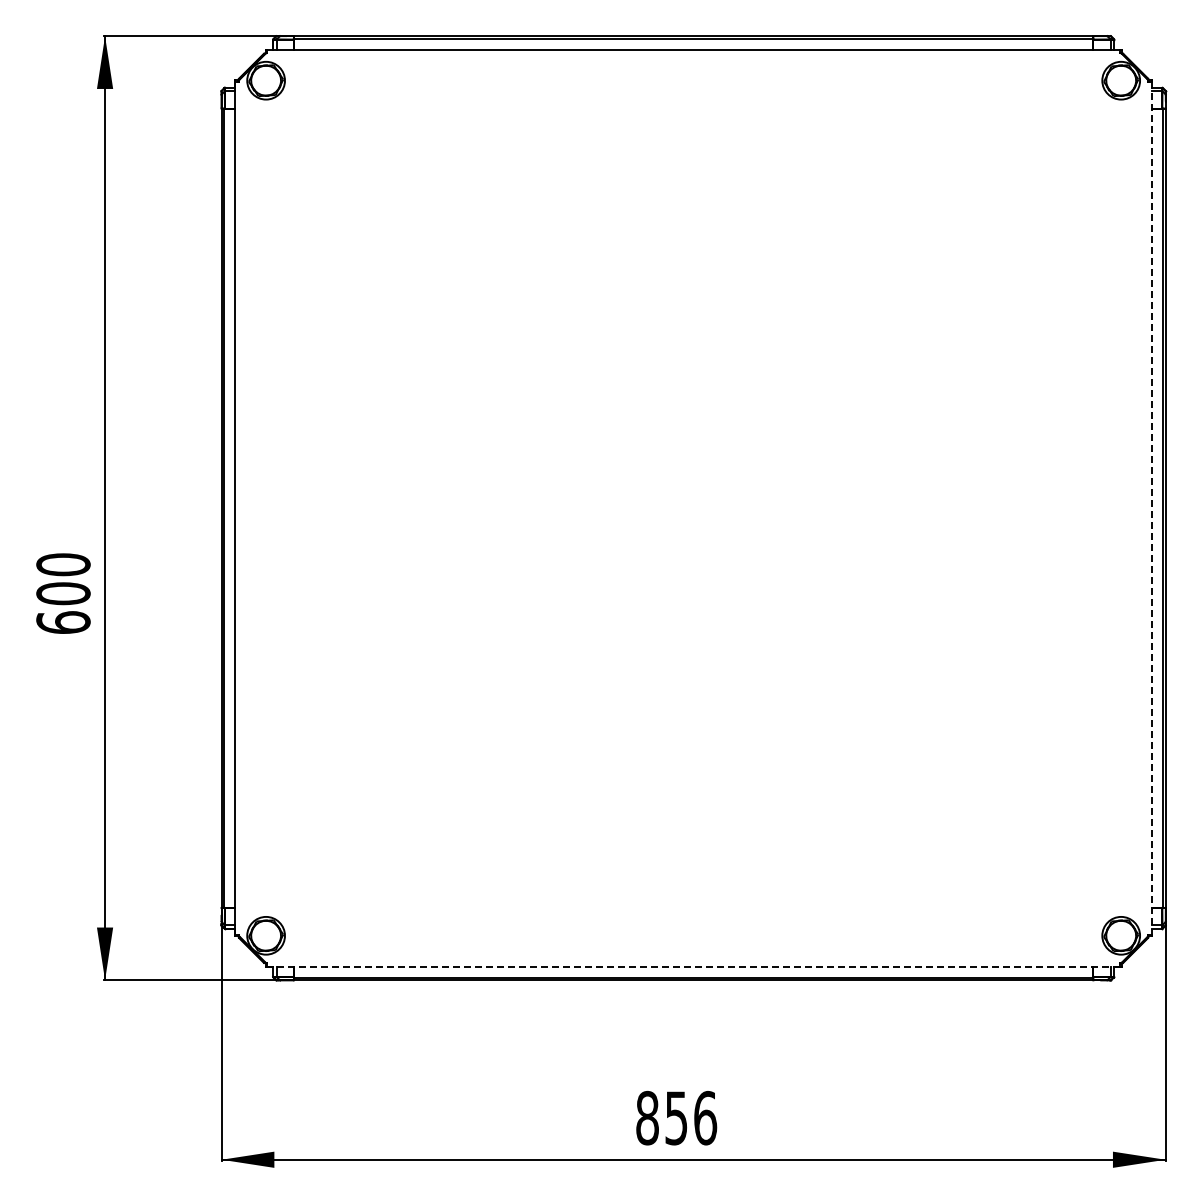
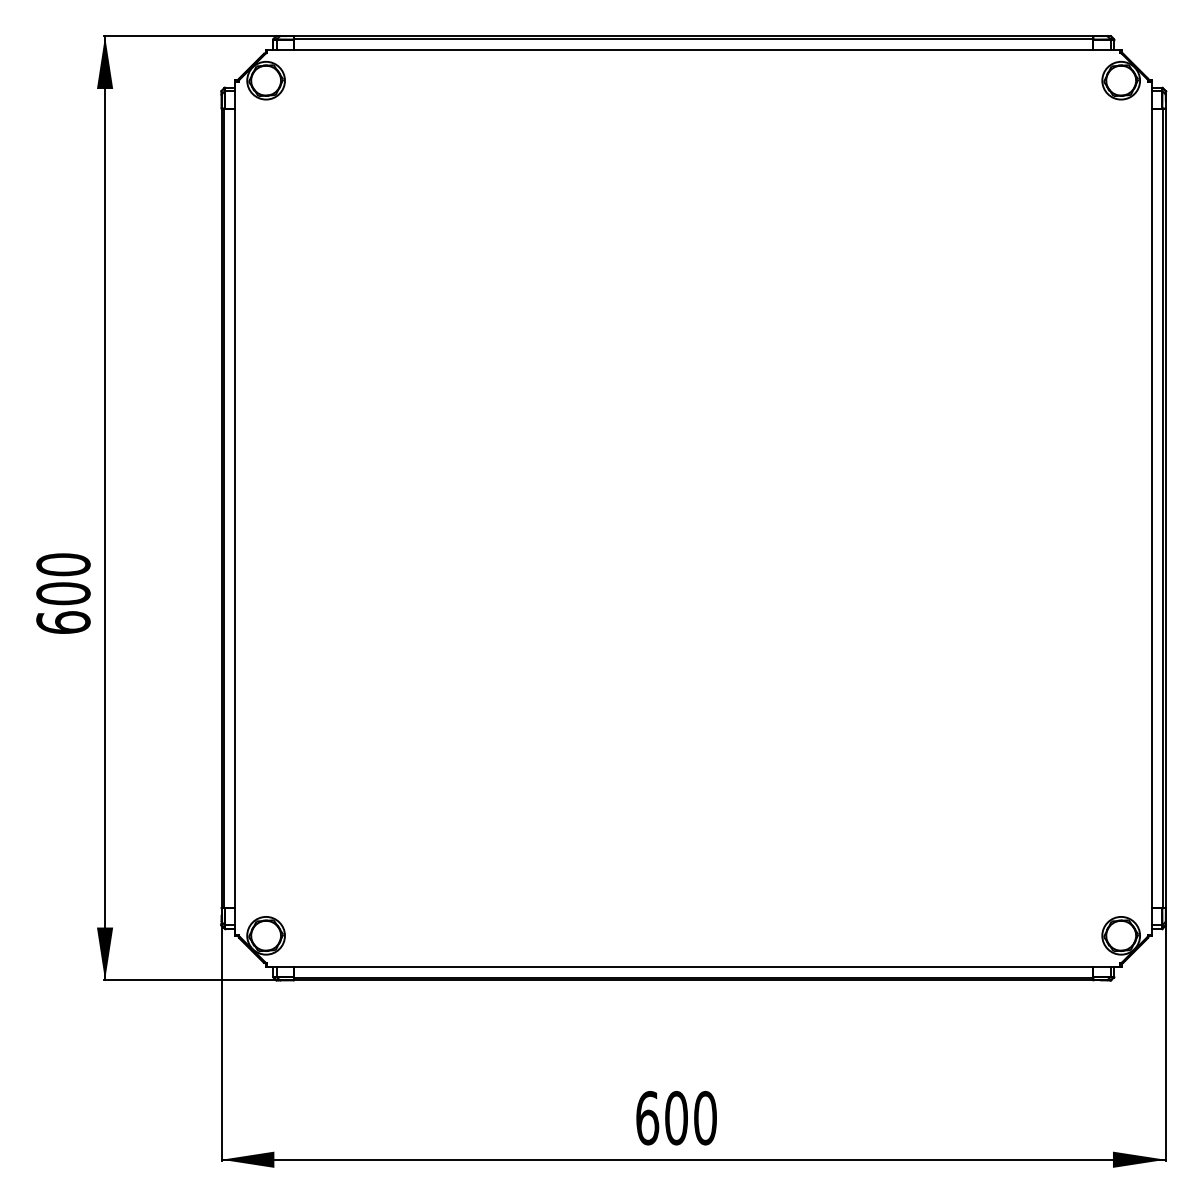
line at (1152, 508): dashed -> solid
line at (693, 966): dashed -> solid
text at (676, 1117): 856 -> 600
